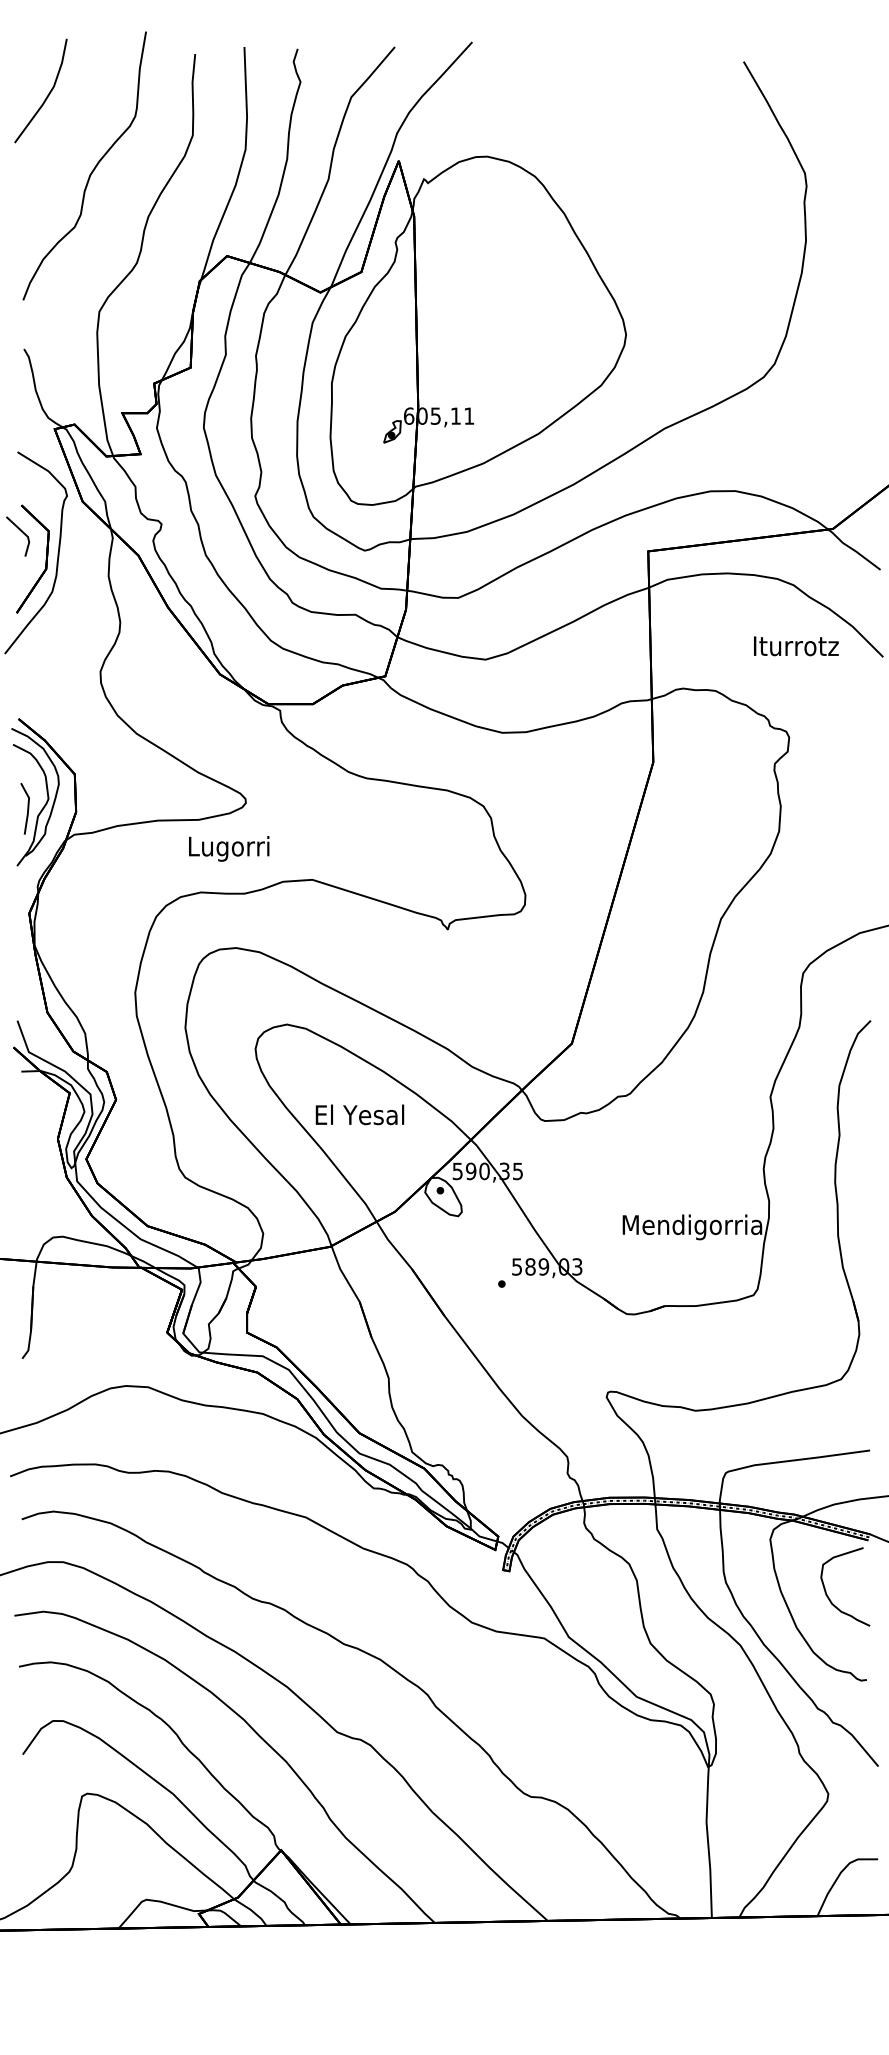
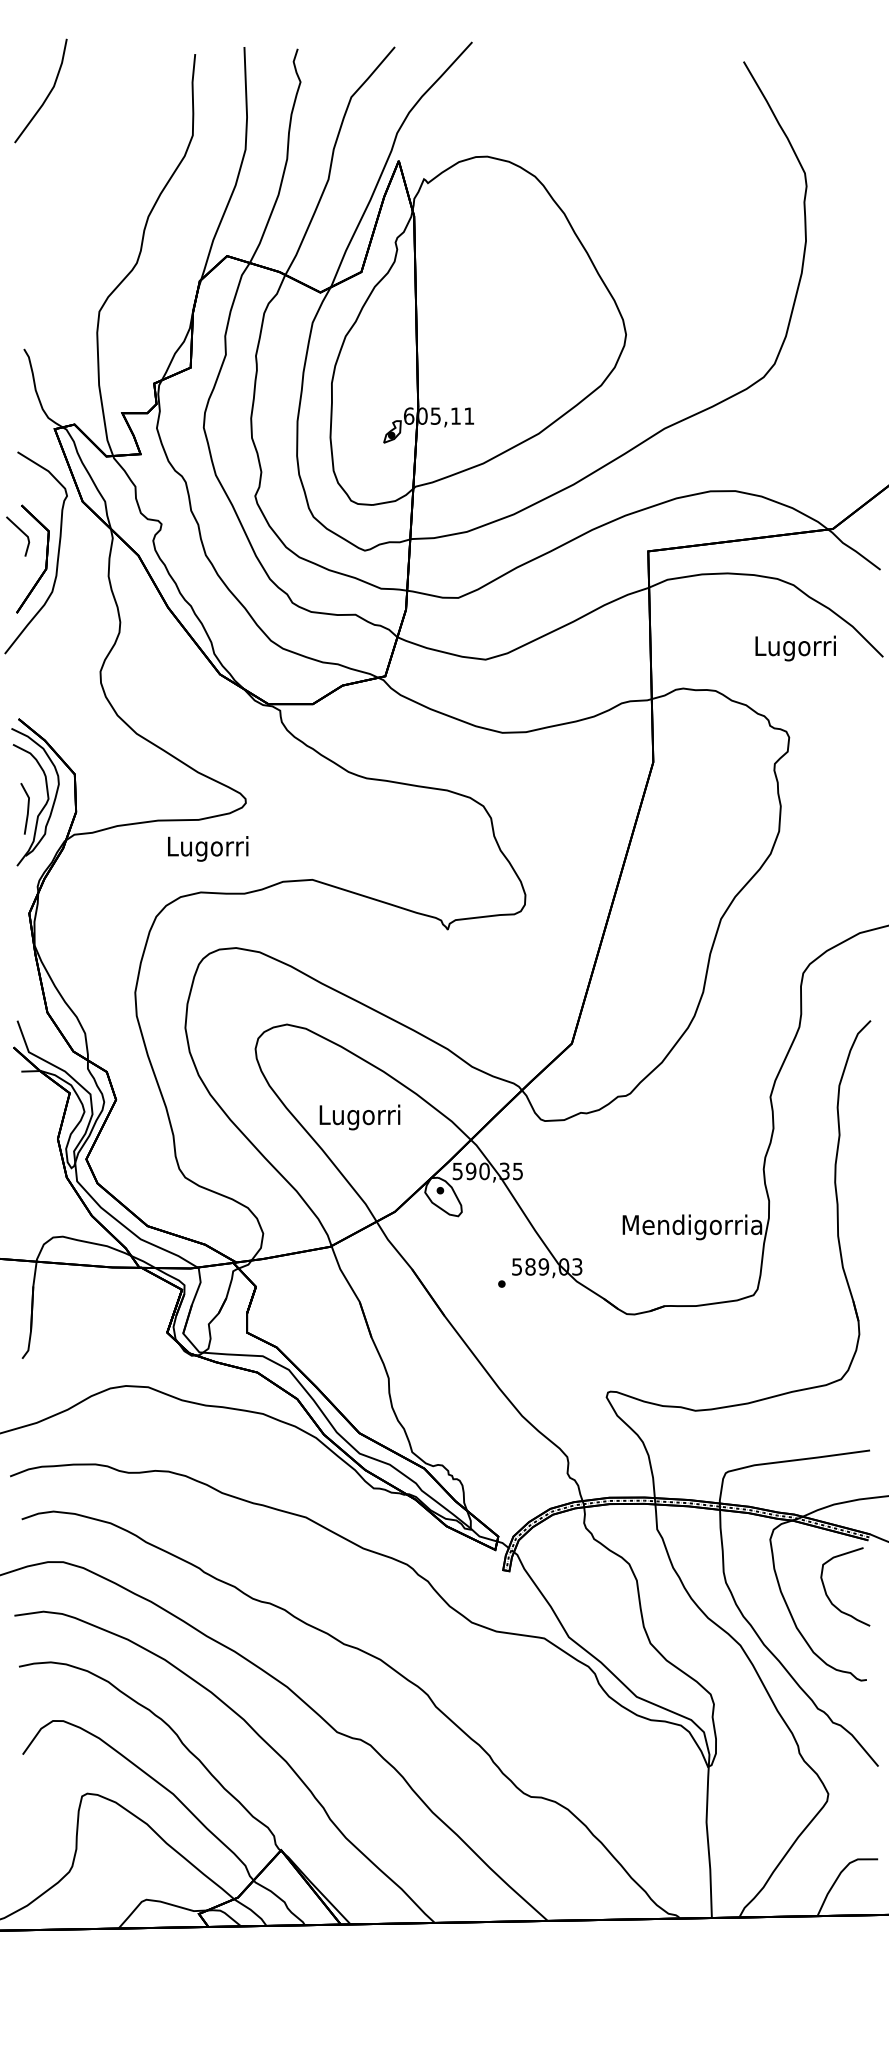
curve at (92, 169): present -> none
text at (796, 648): Iturrotz -> Lugorri
text at (229, 848) position: (229, 848) -> (208, 848)
text at (359, 1117): El Yesal -> Lugorri
